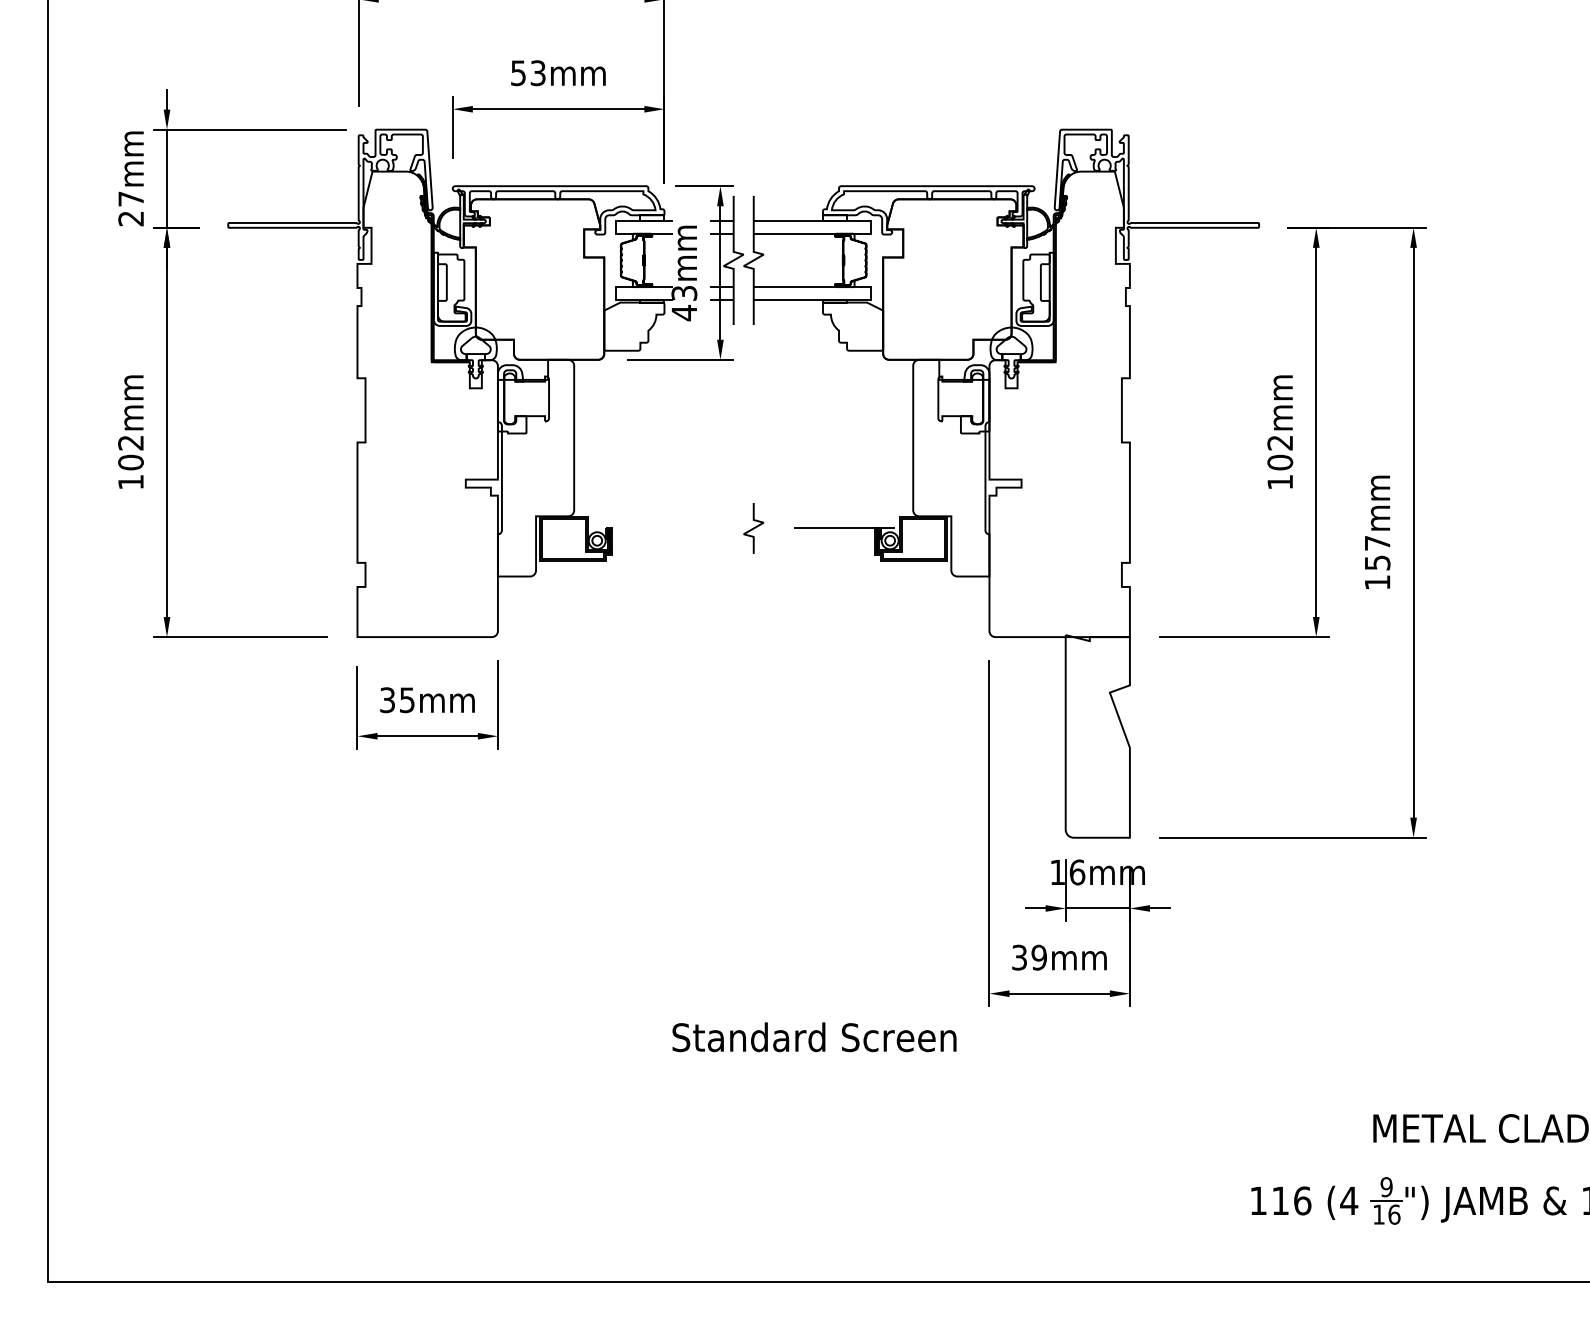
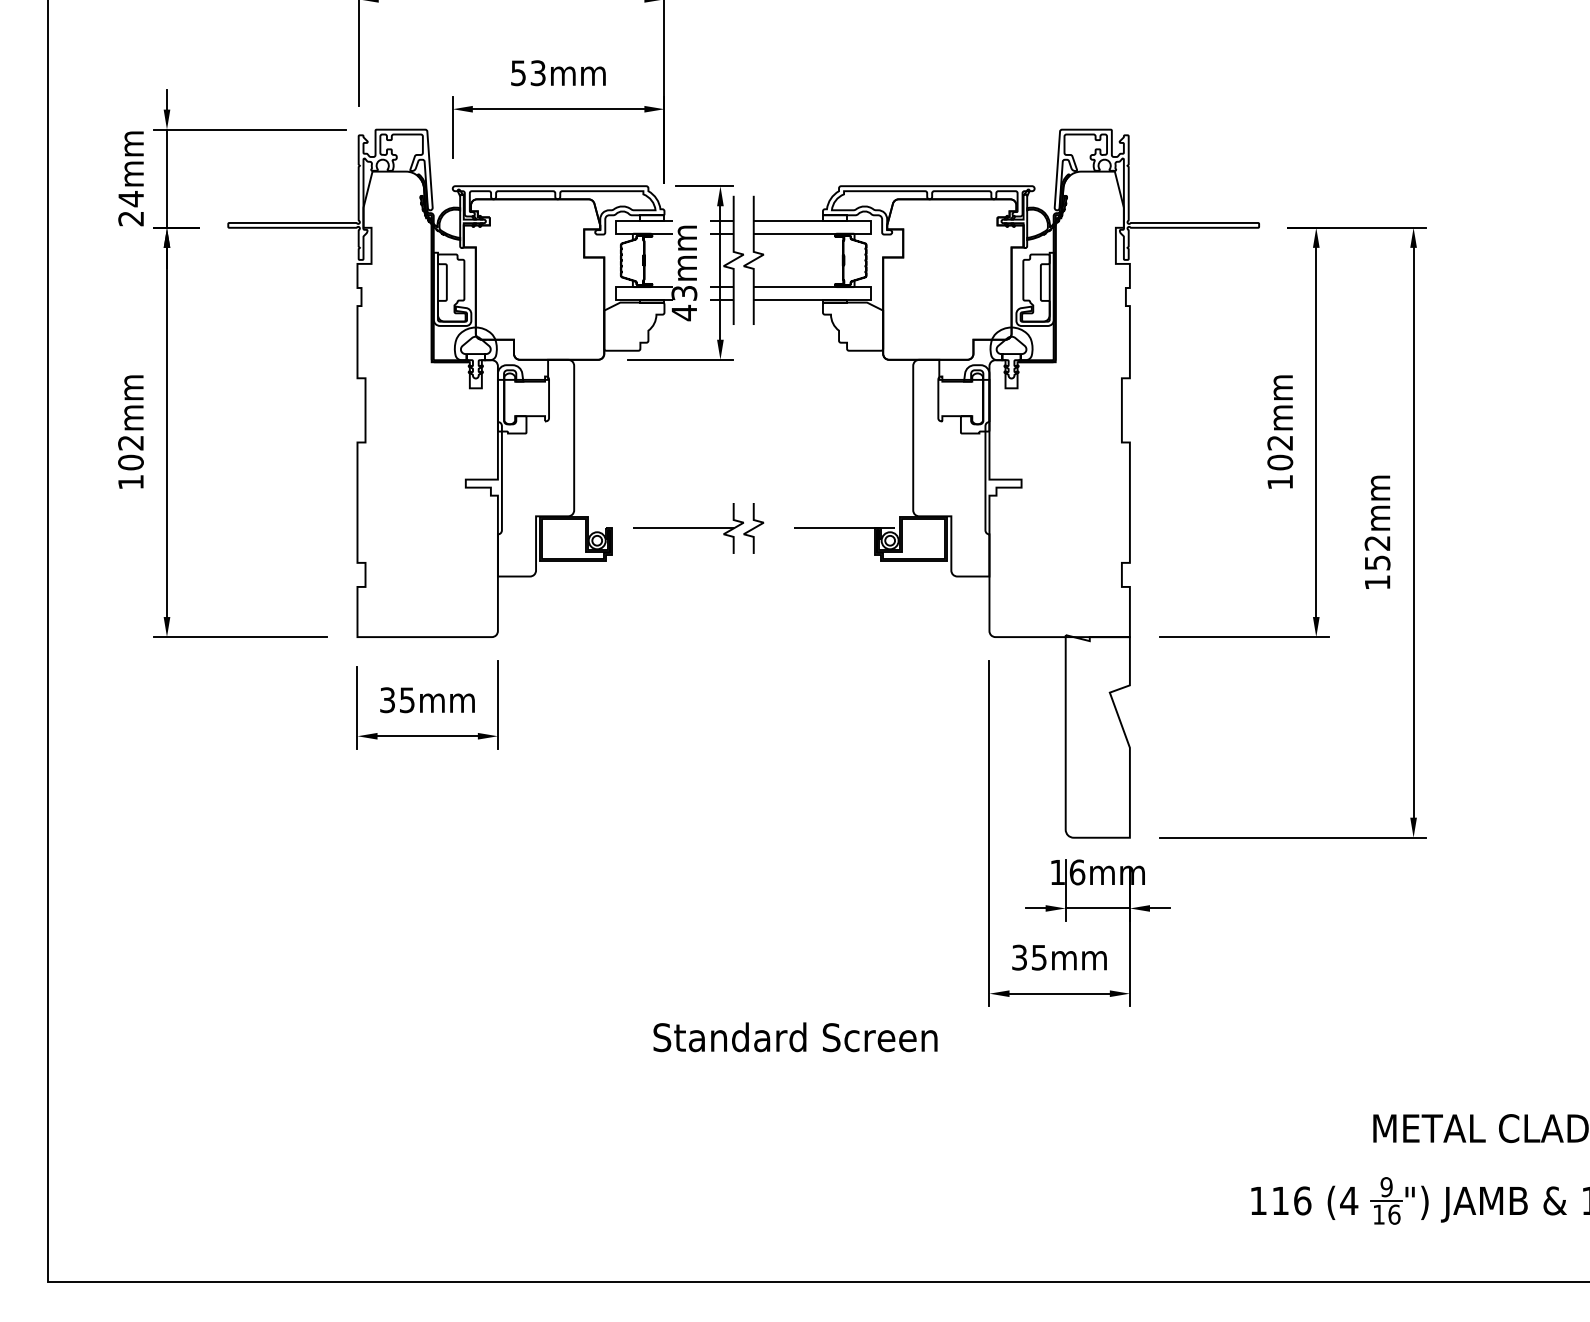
text at (130, 199): 27mm -> 24mm
part at (688, 528): none -> present
text at (1377, 543): 157mm -> 152mm
text at (1038, 957): 39mm -> 35mm
text at (814, 1037) position: (814, 1037) -> (795, 1037)
